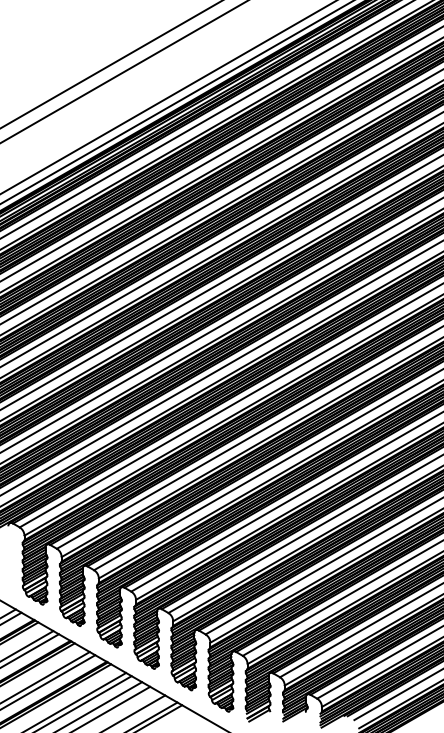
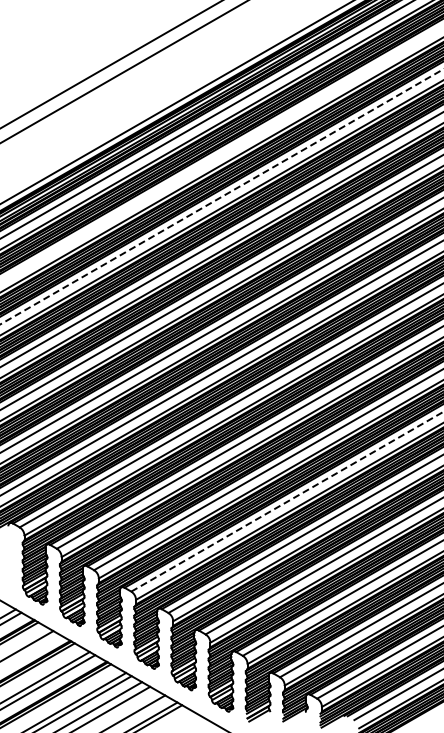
line at (167, 97): present -> none
line at (221, 154): present -> none
line at (221, 196): solid -> dashed
line at (288, 501): solid -> dashed
line at (30, 650): present -> none
